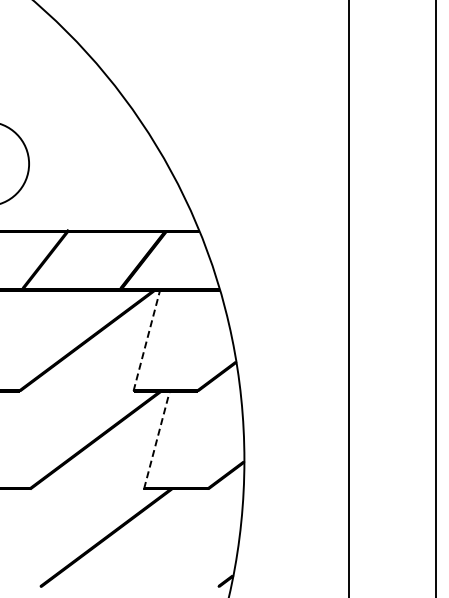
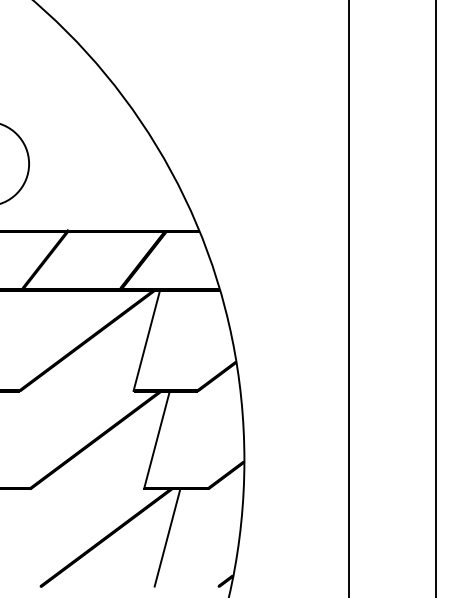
line at (146, 340): dashed -> solid
line at (157, 439): dashed -> solid
line at (167, 537): none -> present
